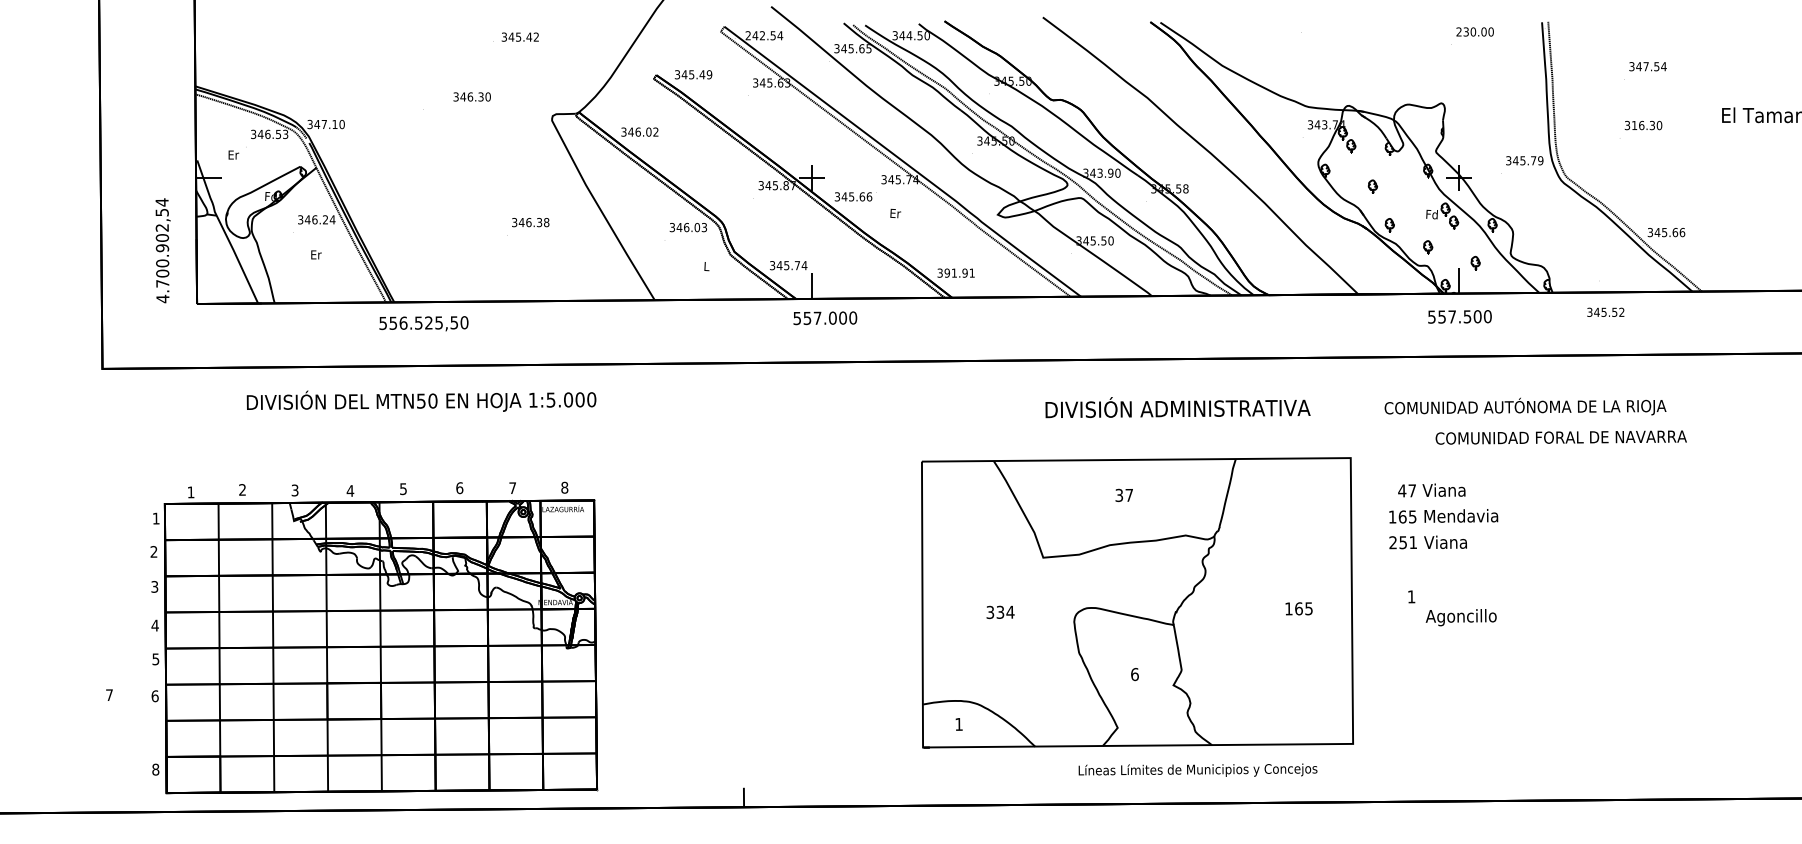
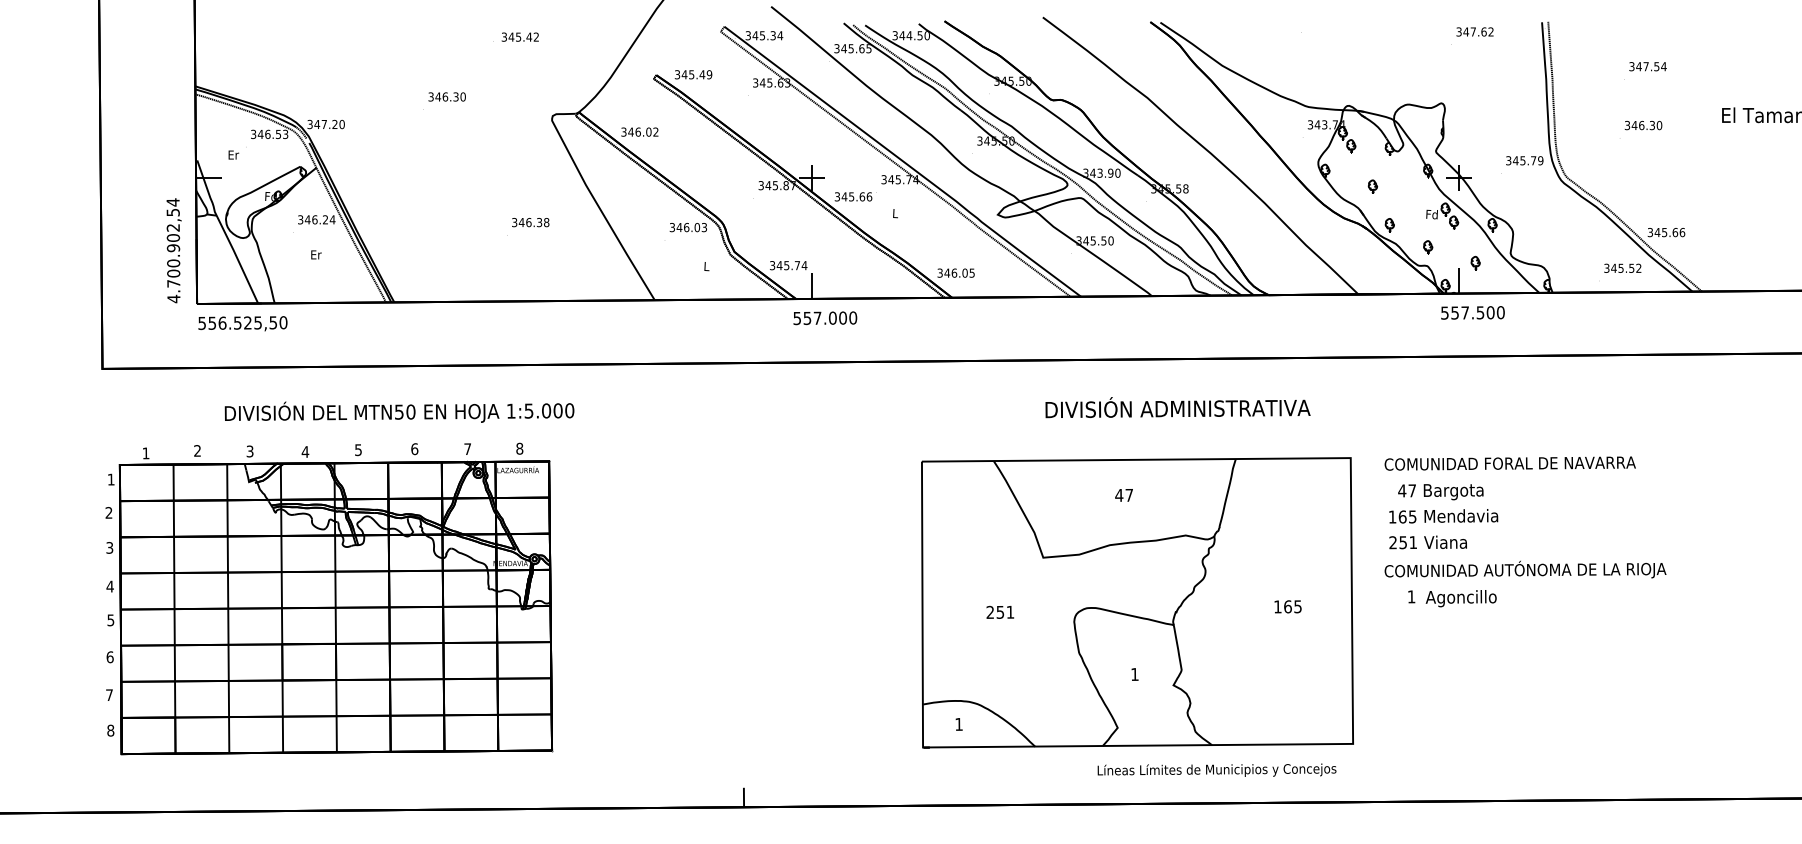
text at (1474, 31): 230.00 -> 347.62
text at (760, 35): 242.54 -> 345.34
text at (471, 96) position: (471, 96) -> (446, 96)
text at (334, 123): 347.10 -> 347.20
text at (1634, 125): 316.30 -> 346.30
text at (895, 213): Er -> L
text at (162, 250) position: (162, 250) -> (173, 250)
text at (959, 272): 391.91 -> 346.05
text at (1605, 311) position: (1605, 311) -> (1622, 267)
text at (1459, 316) position: (1459, 316) -> (1472, 312)
text at (423, 323) position: (423, 323) -> (242, 323)
text at (421, 400) position: (421, 400) -> (399, 411)
text at (1525, 406) position: (1525, 406) -> (1525, 569)
text at (1560, 437) position: (1560, 437) -> (1509, 463)
text at (1452, 491): Viana -> Bargota
text at (1119, 495): 37 -> 47
text at (1298, 608) position: (1298, 608) -> (1287, 606)
text at (1000, 612): 334 -> 251
text at (1460, 617) position: (1460, 617) -> (1460, 598)
part at (374, 637) position: (374, 637) -> (329, 598)
text at (1134, 674): 6 -> 1
text at (1197, 769) position: (1197, 769) -> (1216, 769)
